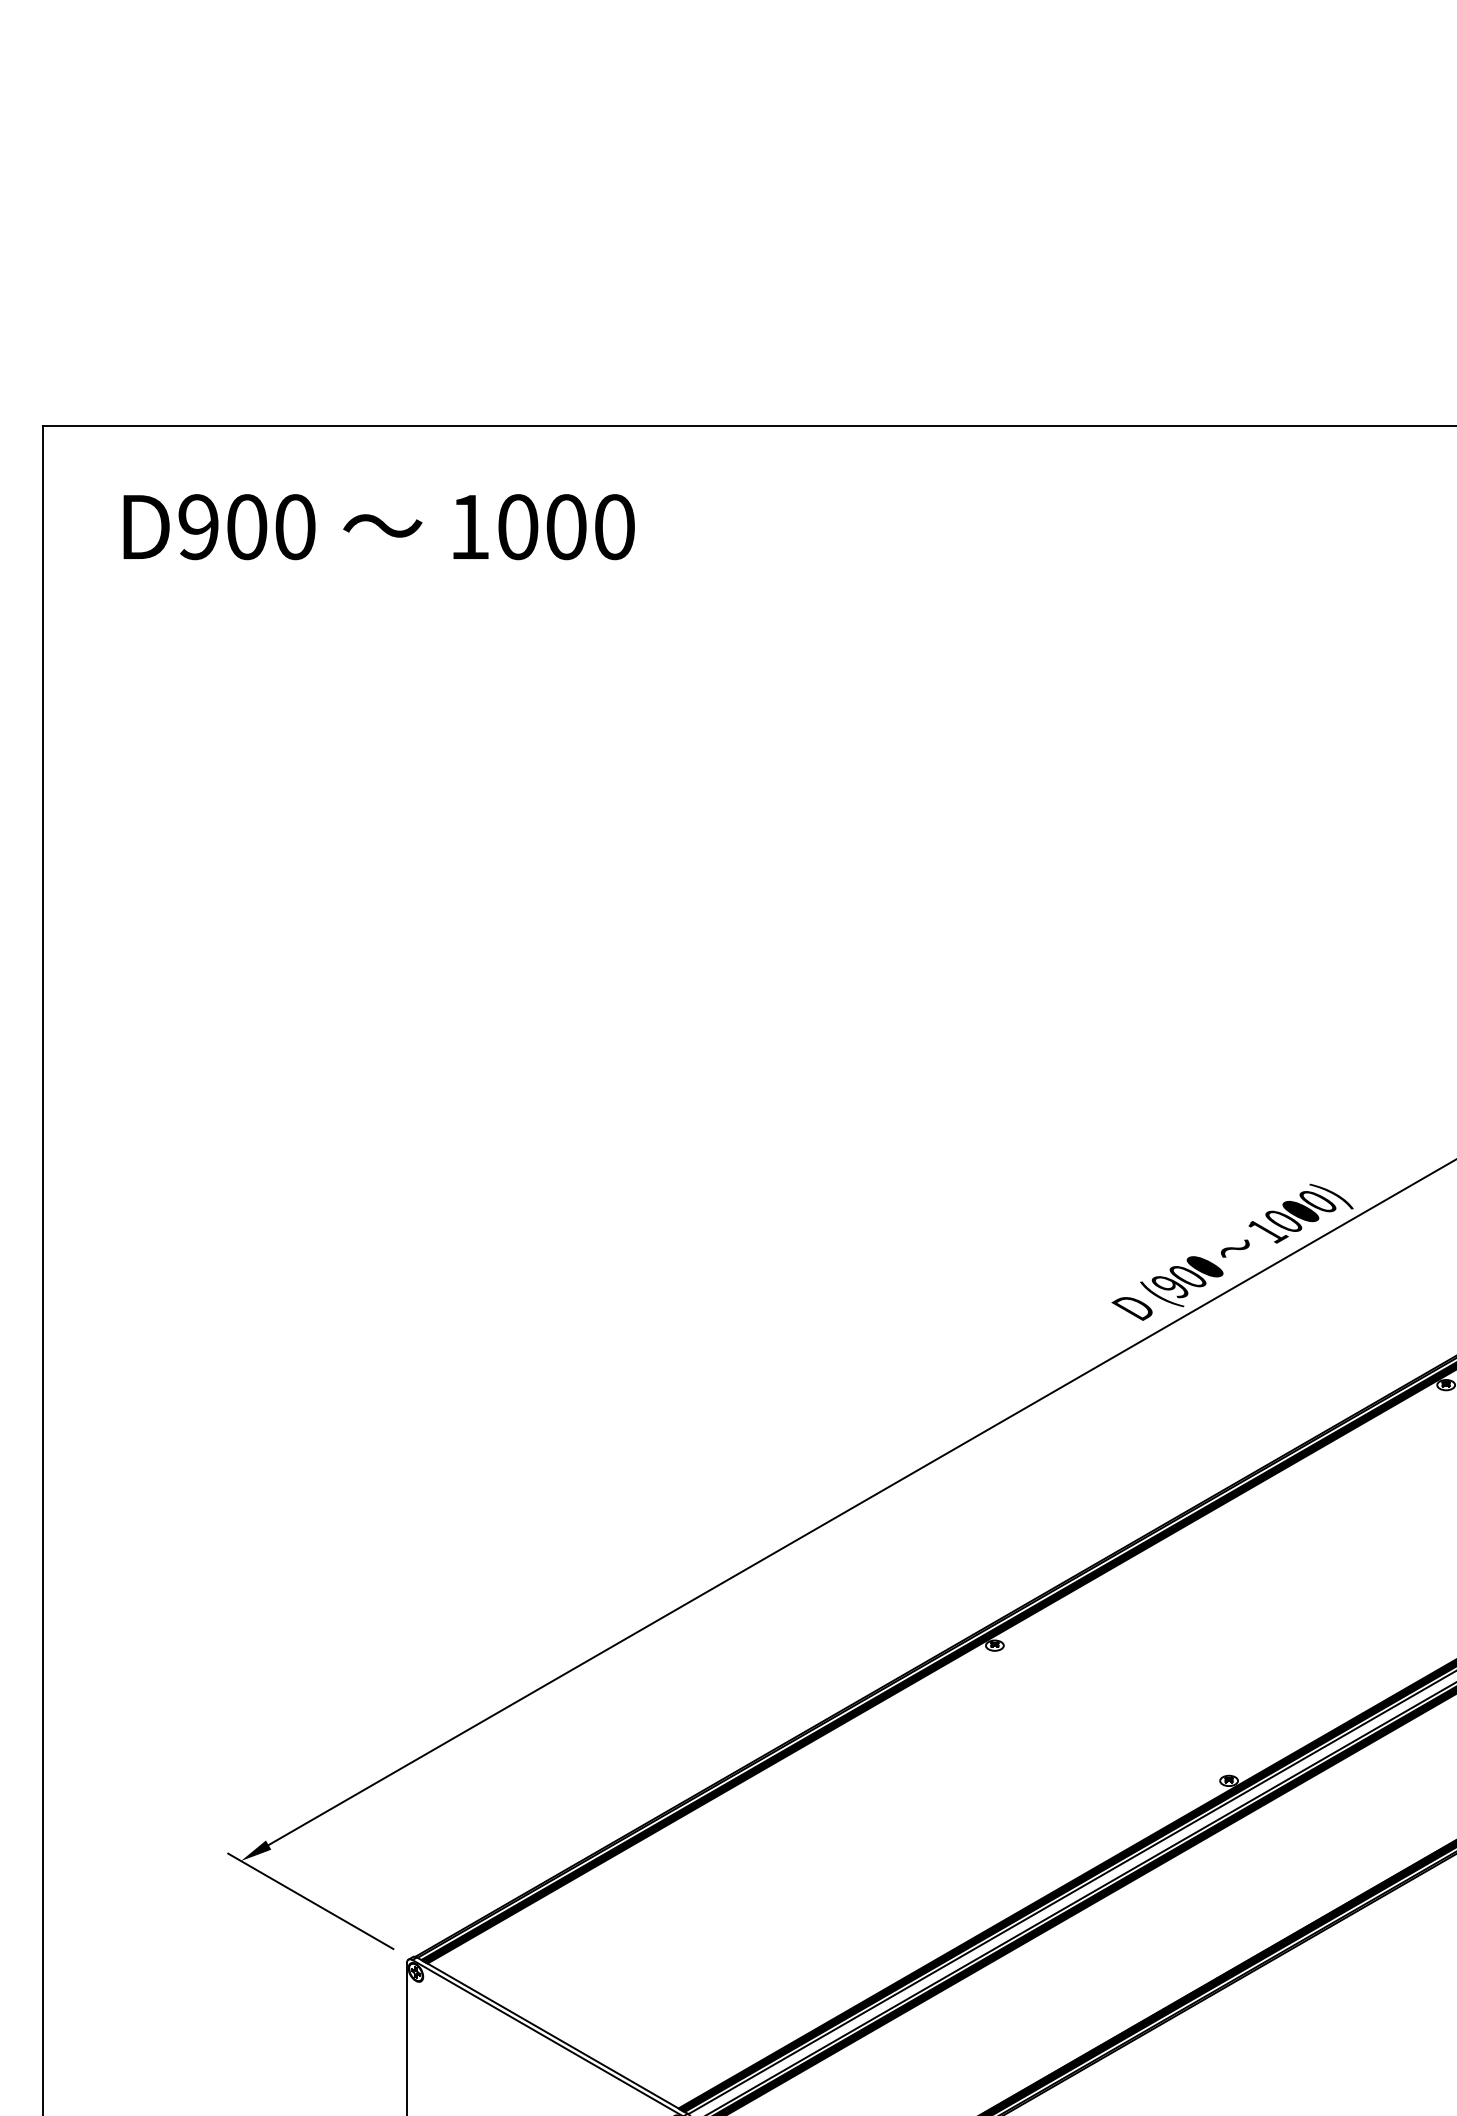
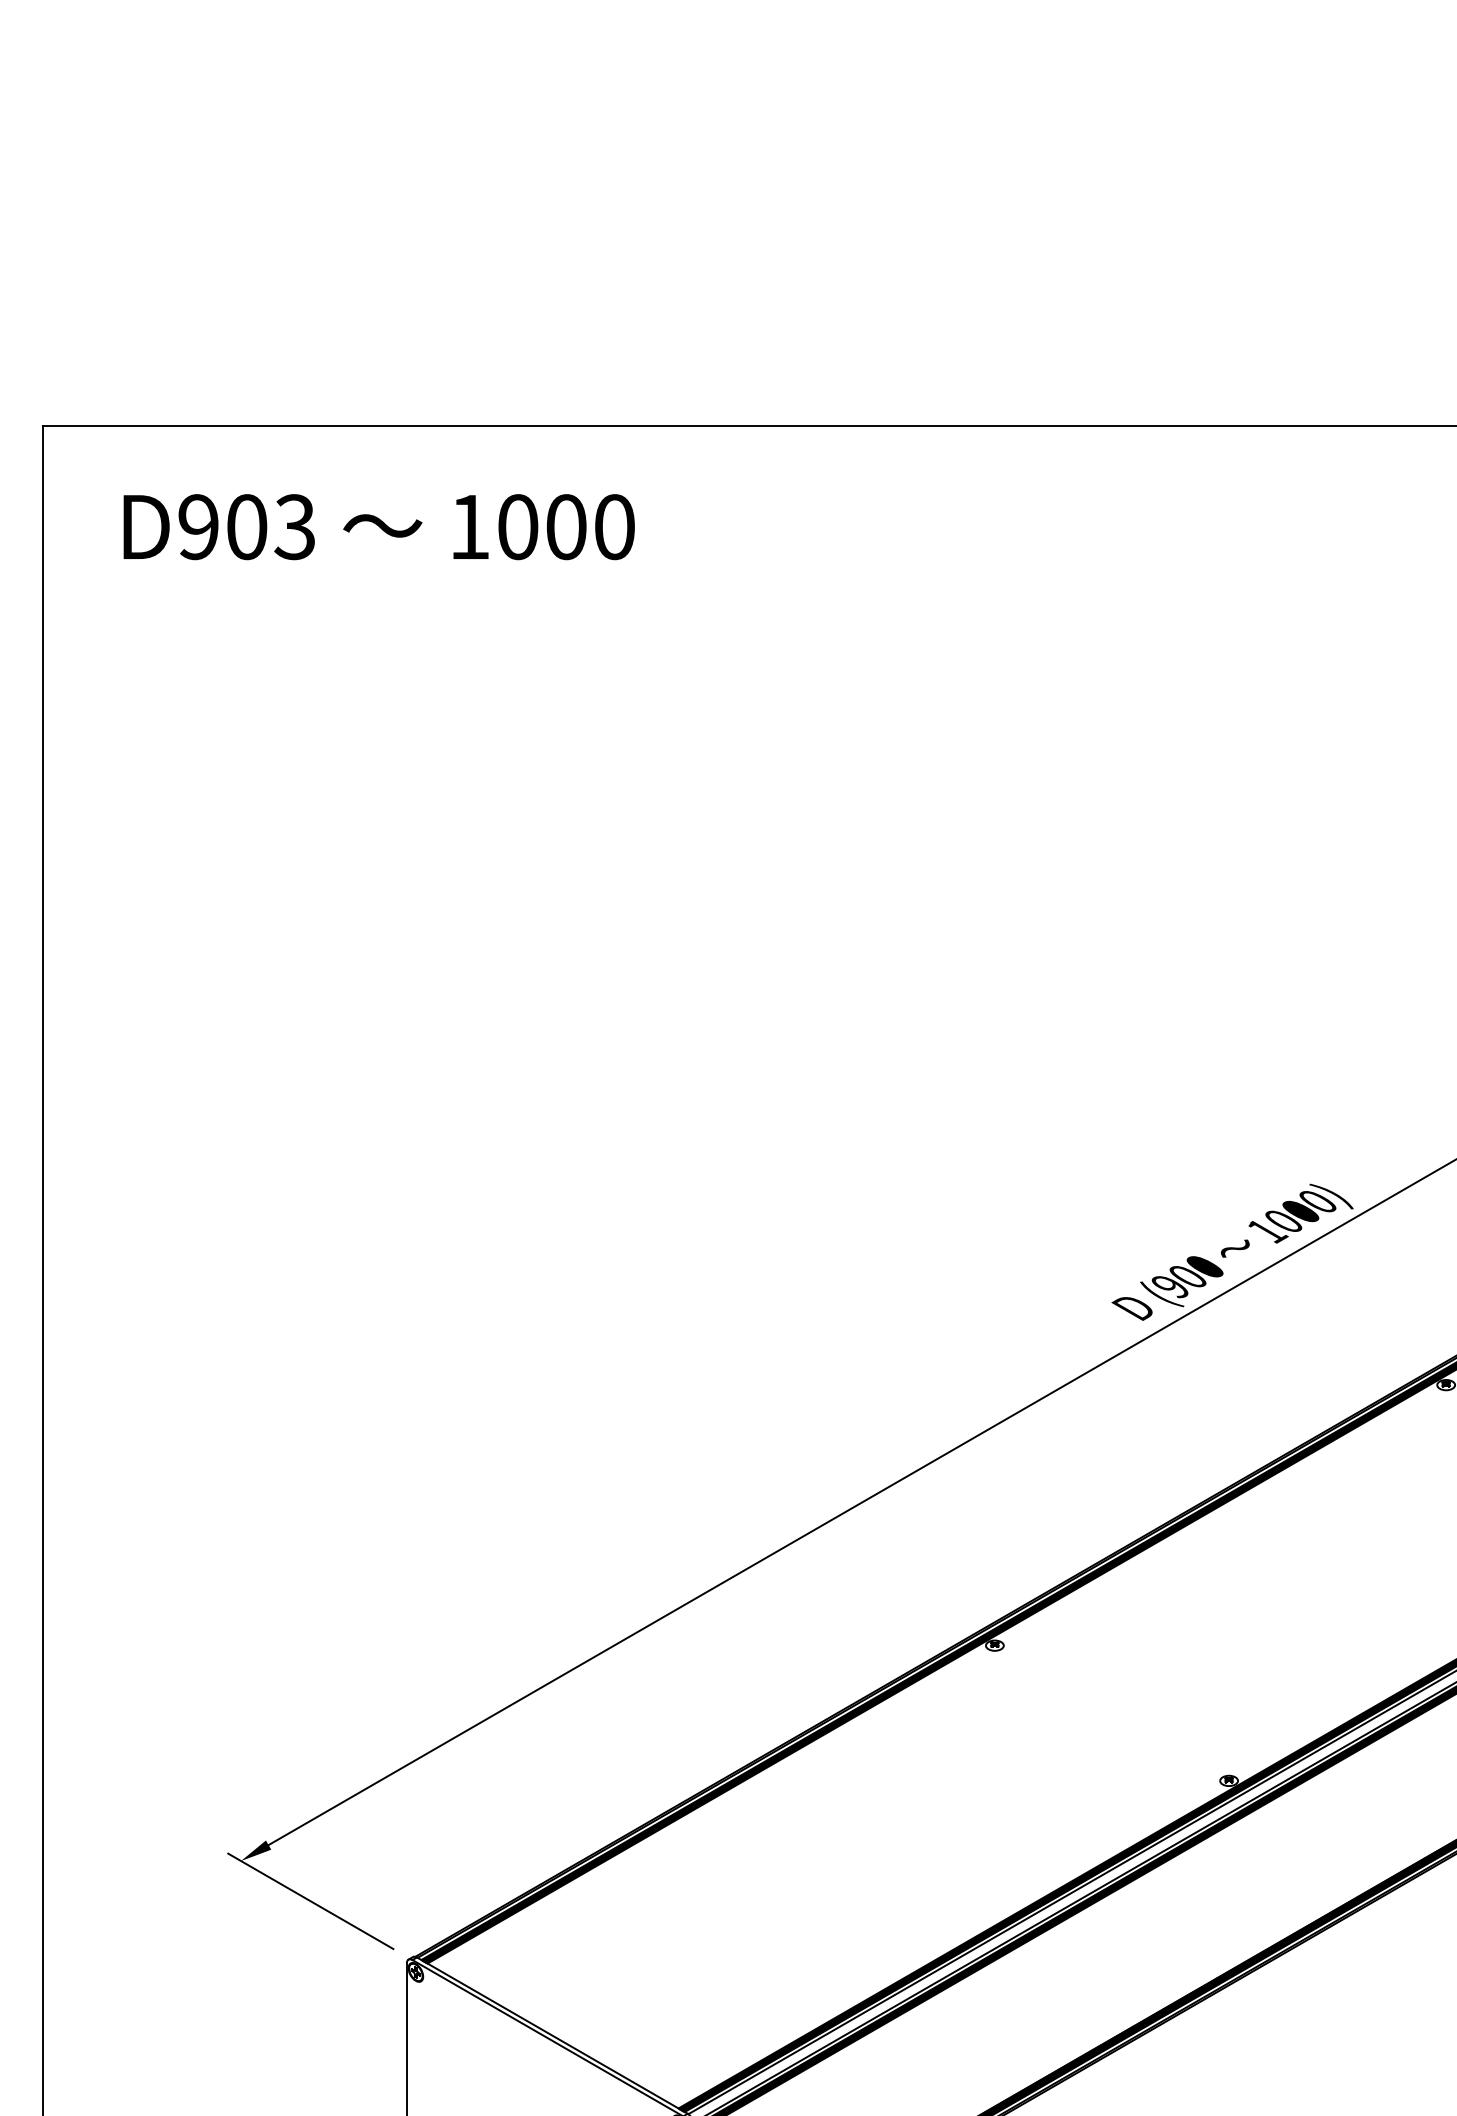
text at (294, 527): D900 -> D903
